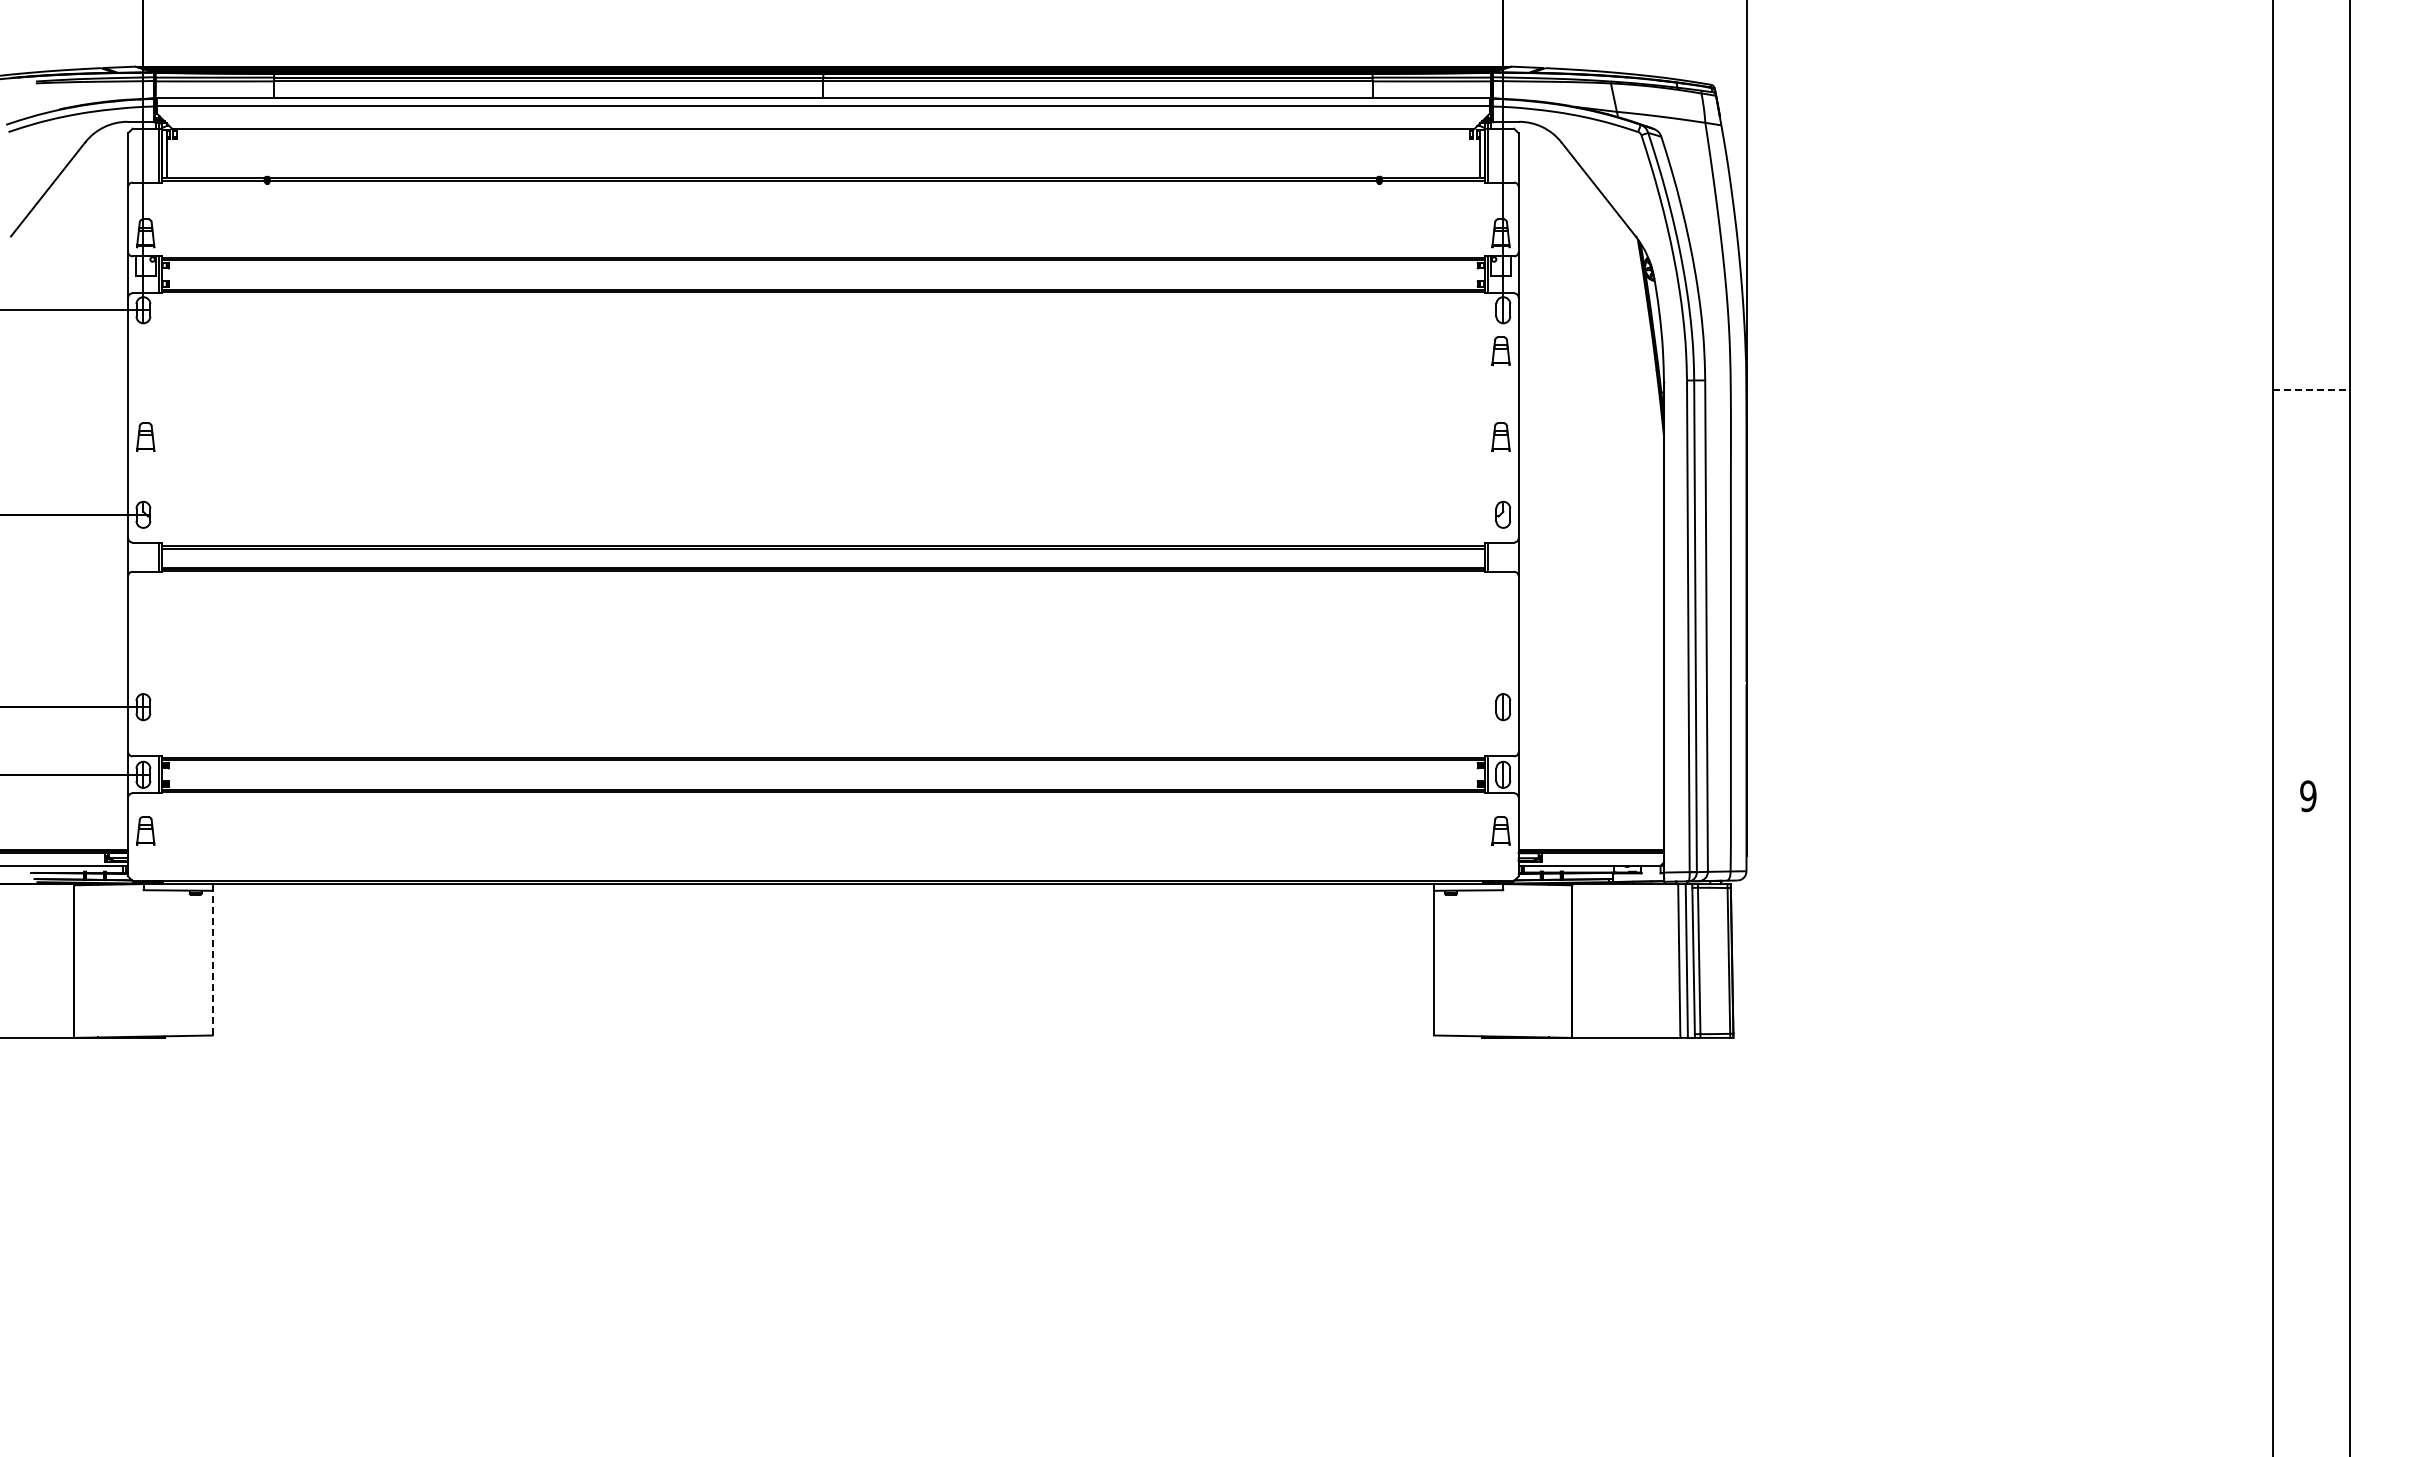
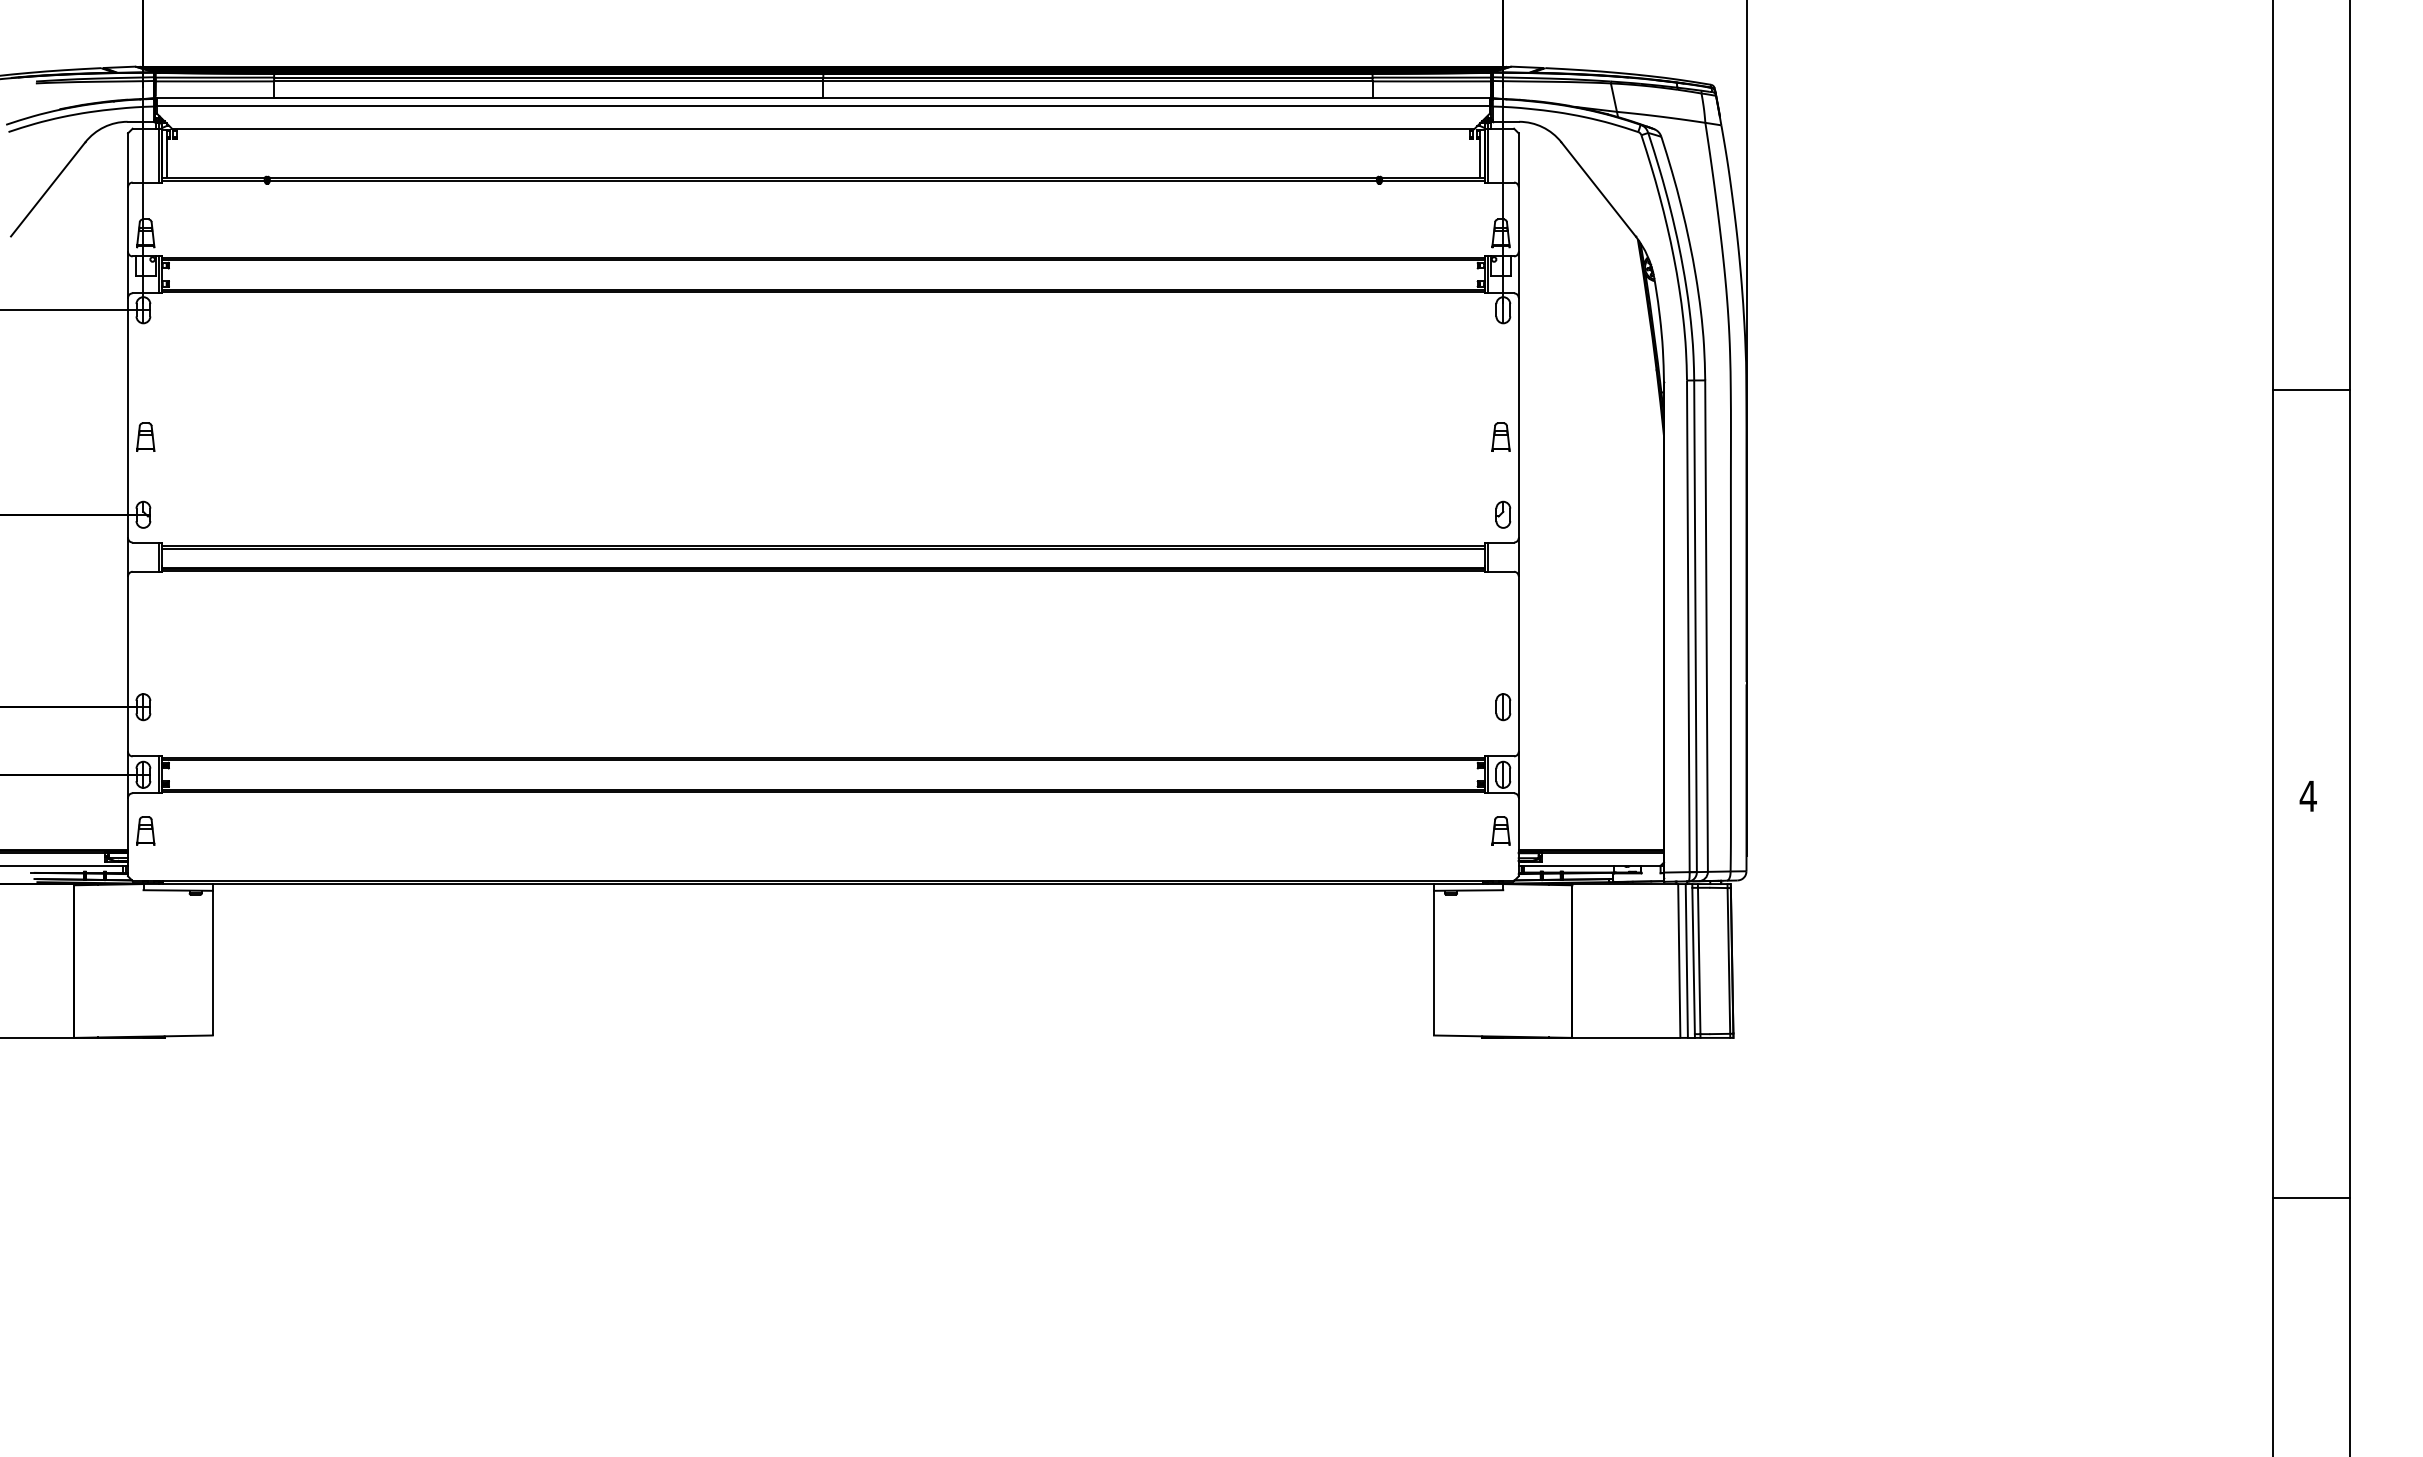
part at (1500, 350): present -> none
line at (2312, 390): dashed -> solid
text at (2307, 796): 9 -> 4
line at (212, 962): dashed -> solid
line at (2311, 1197): none -> present
